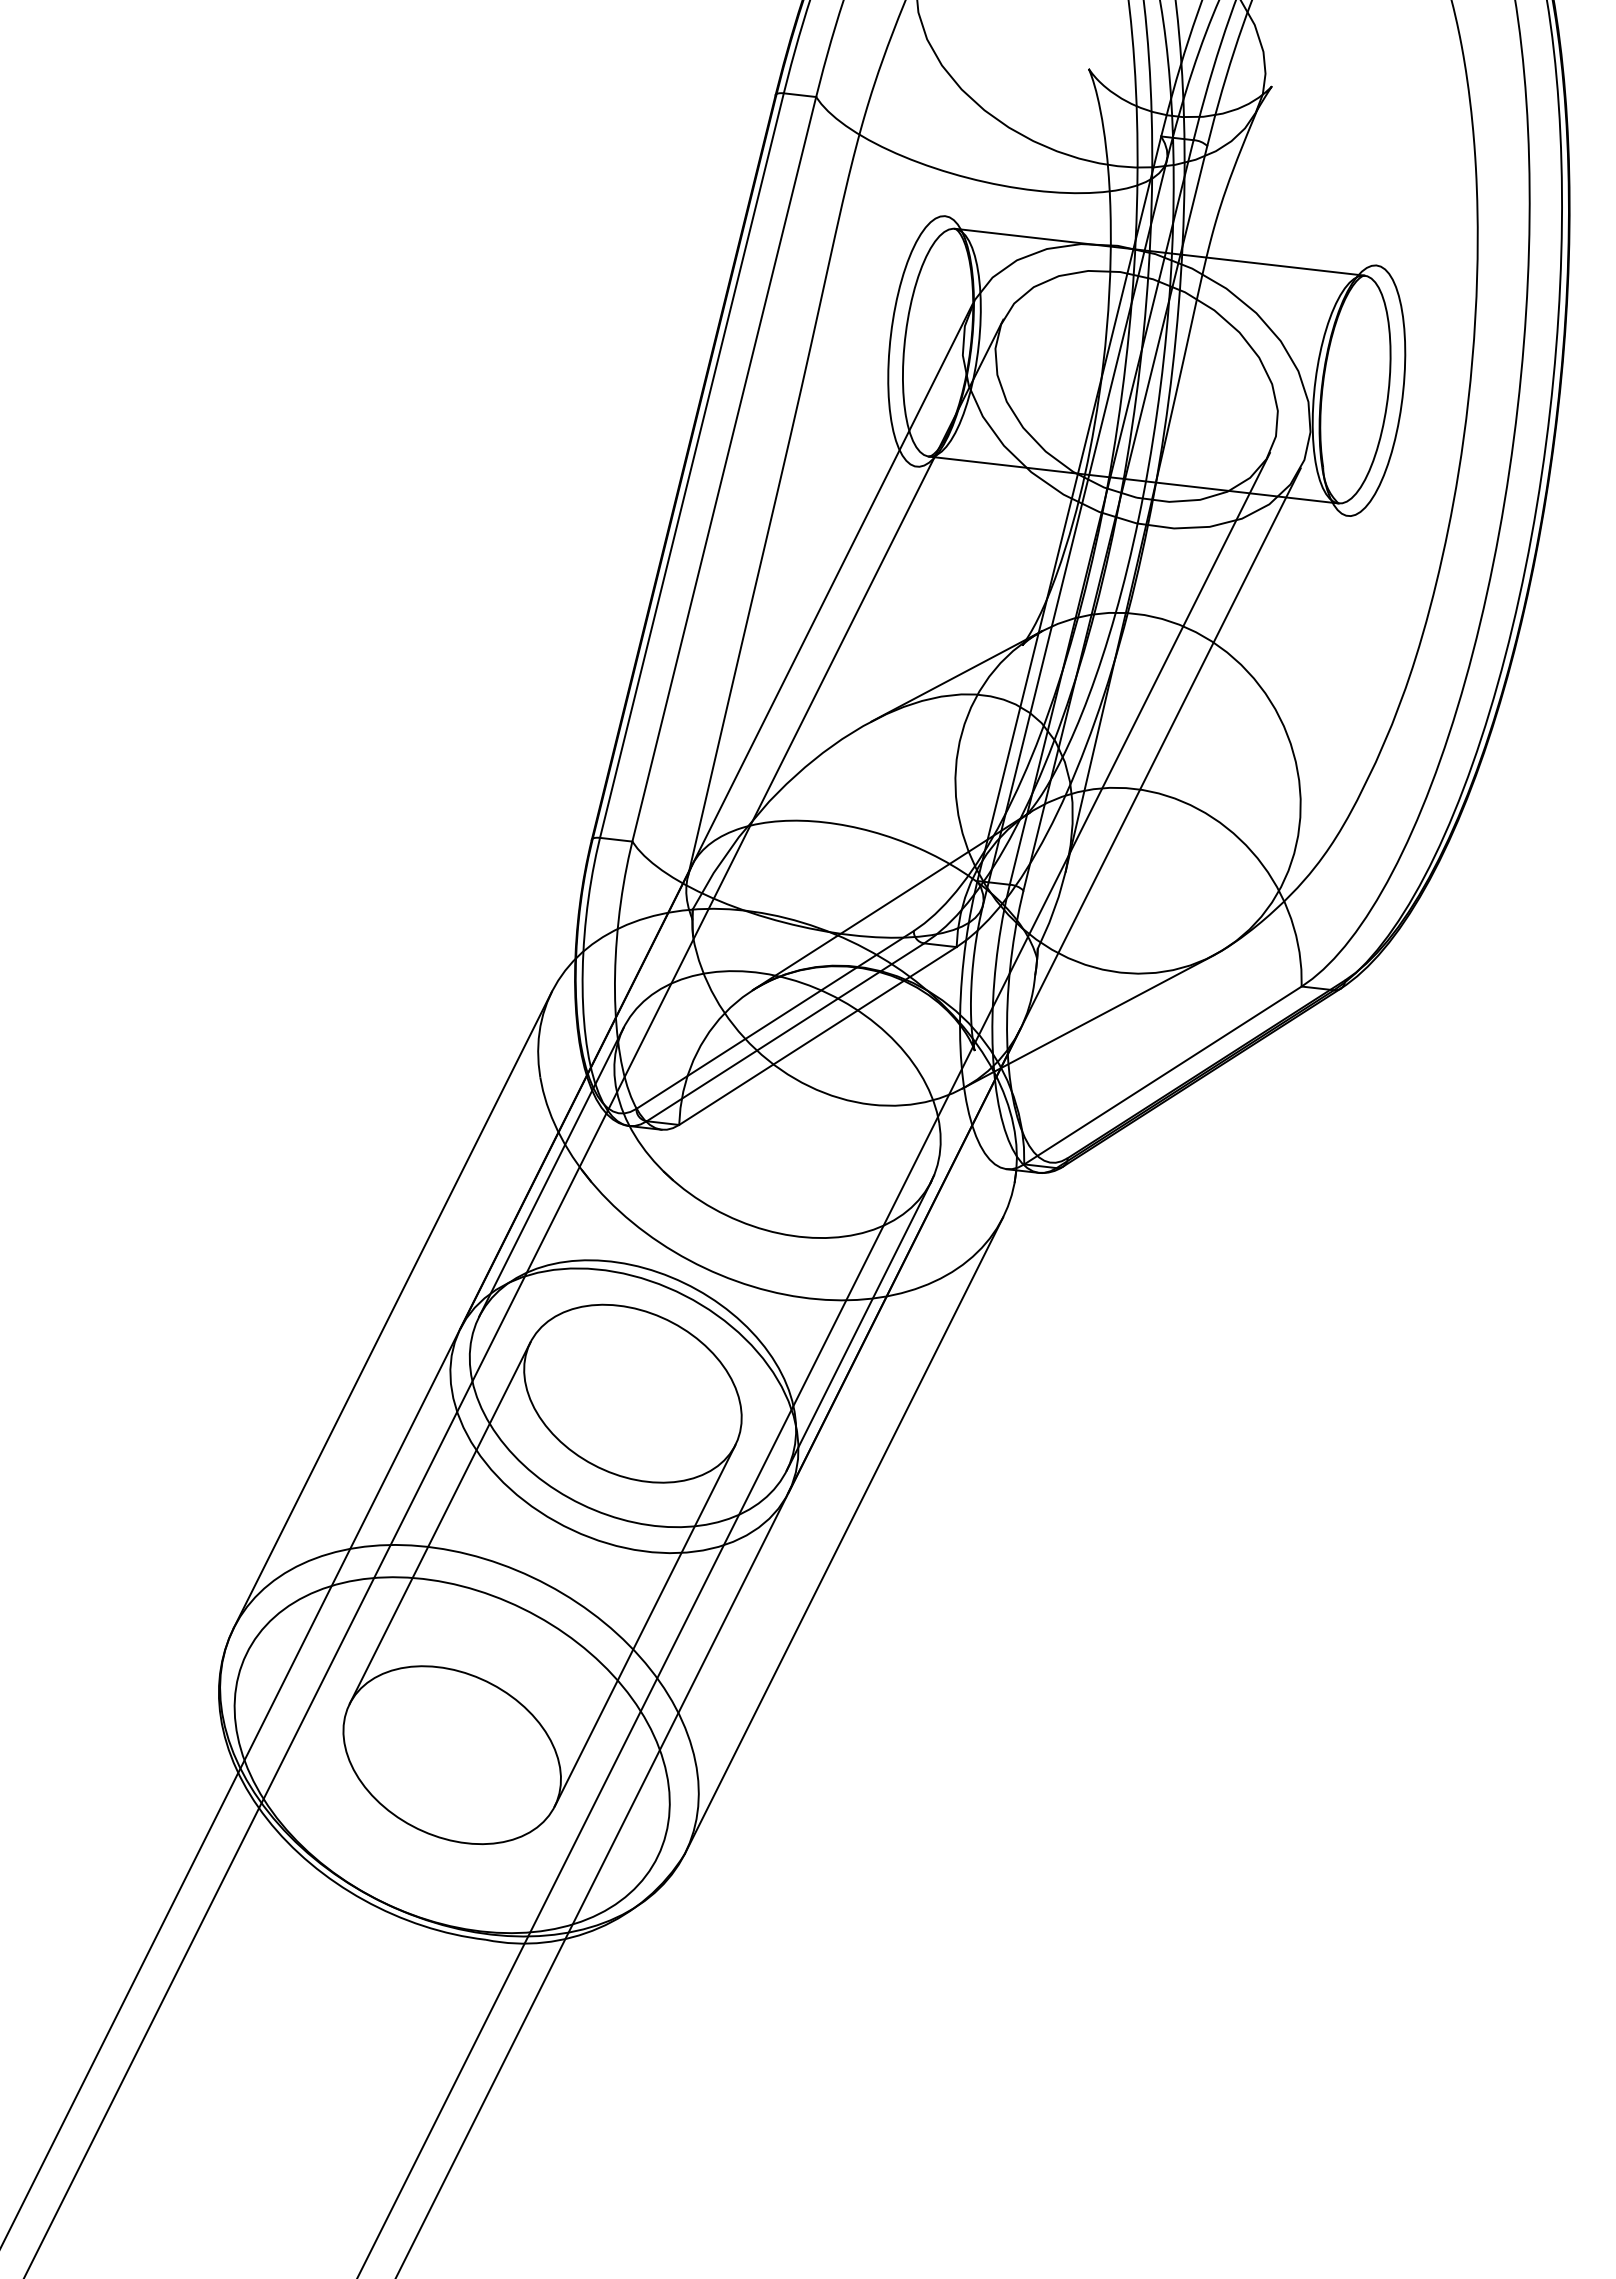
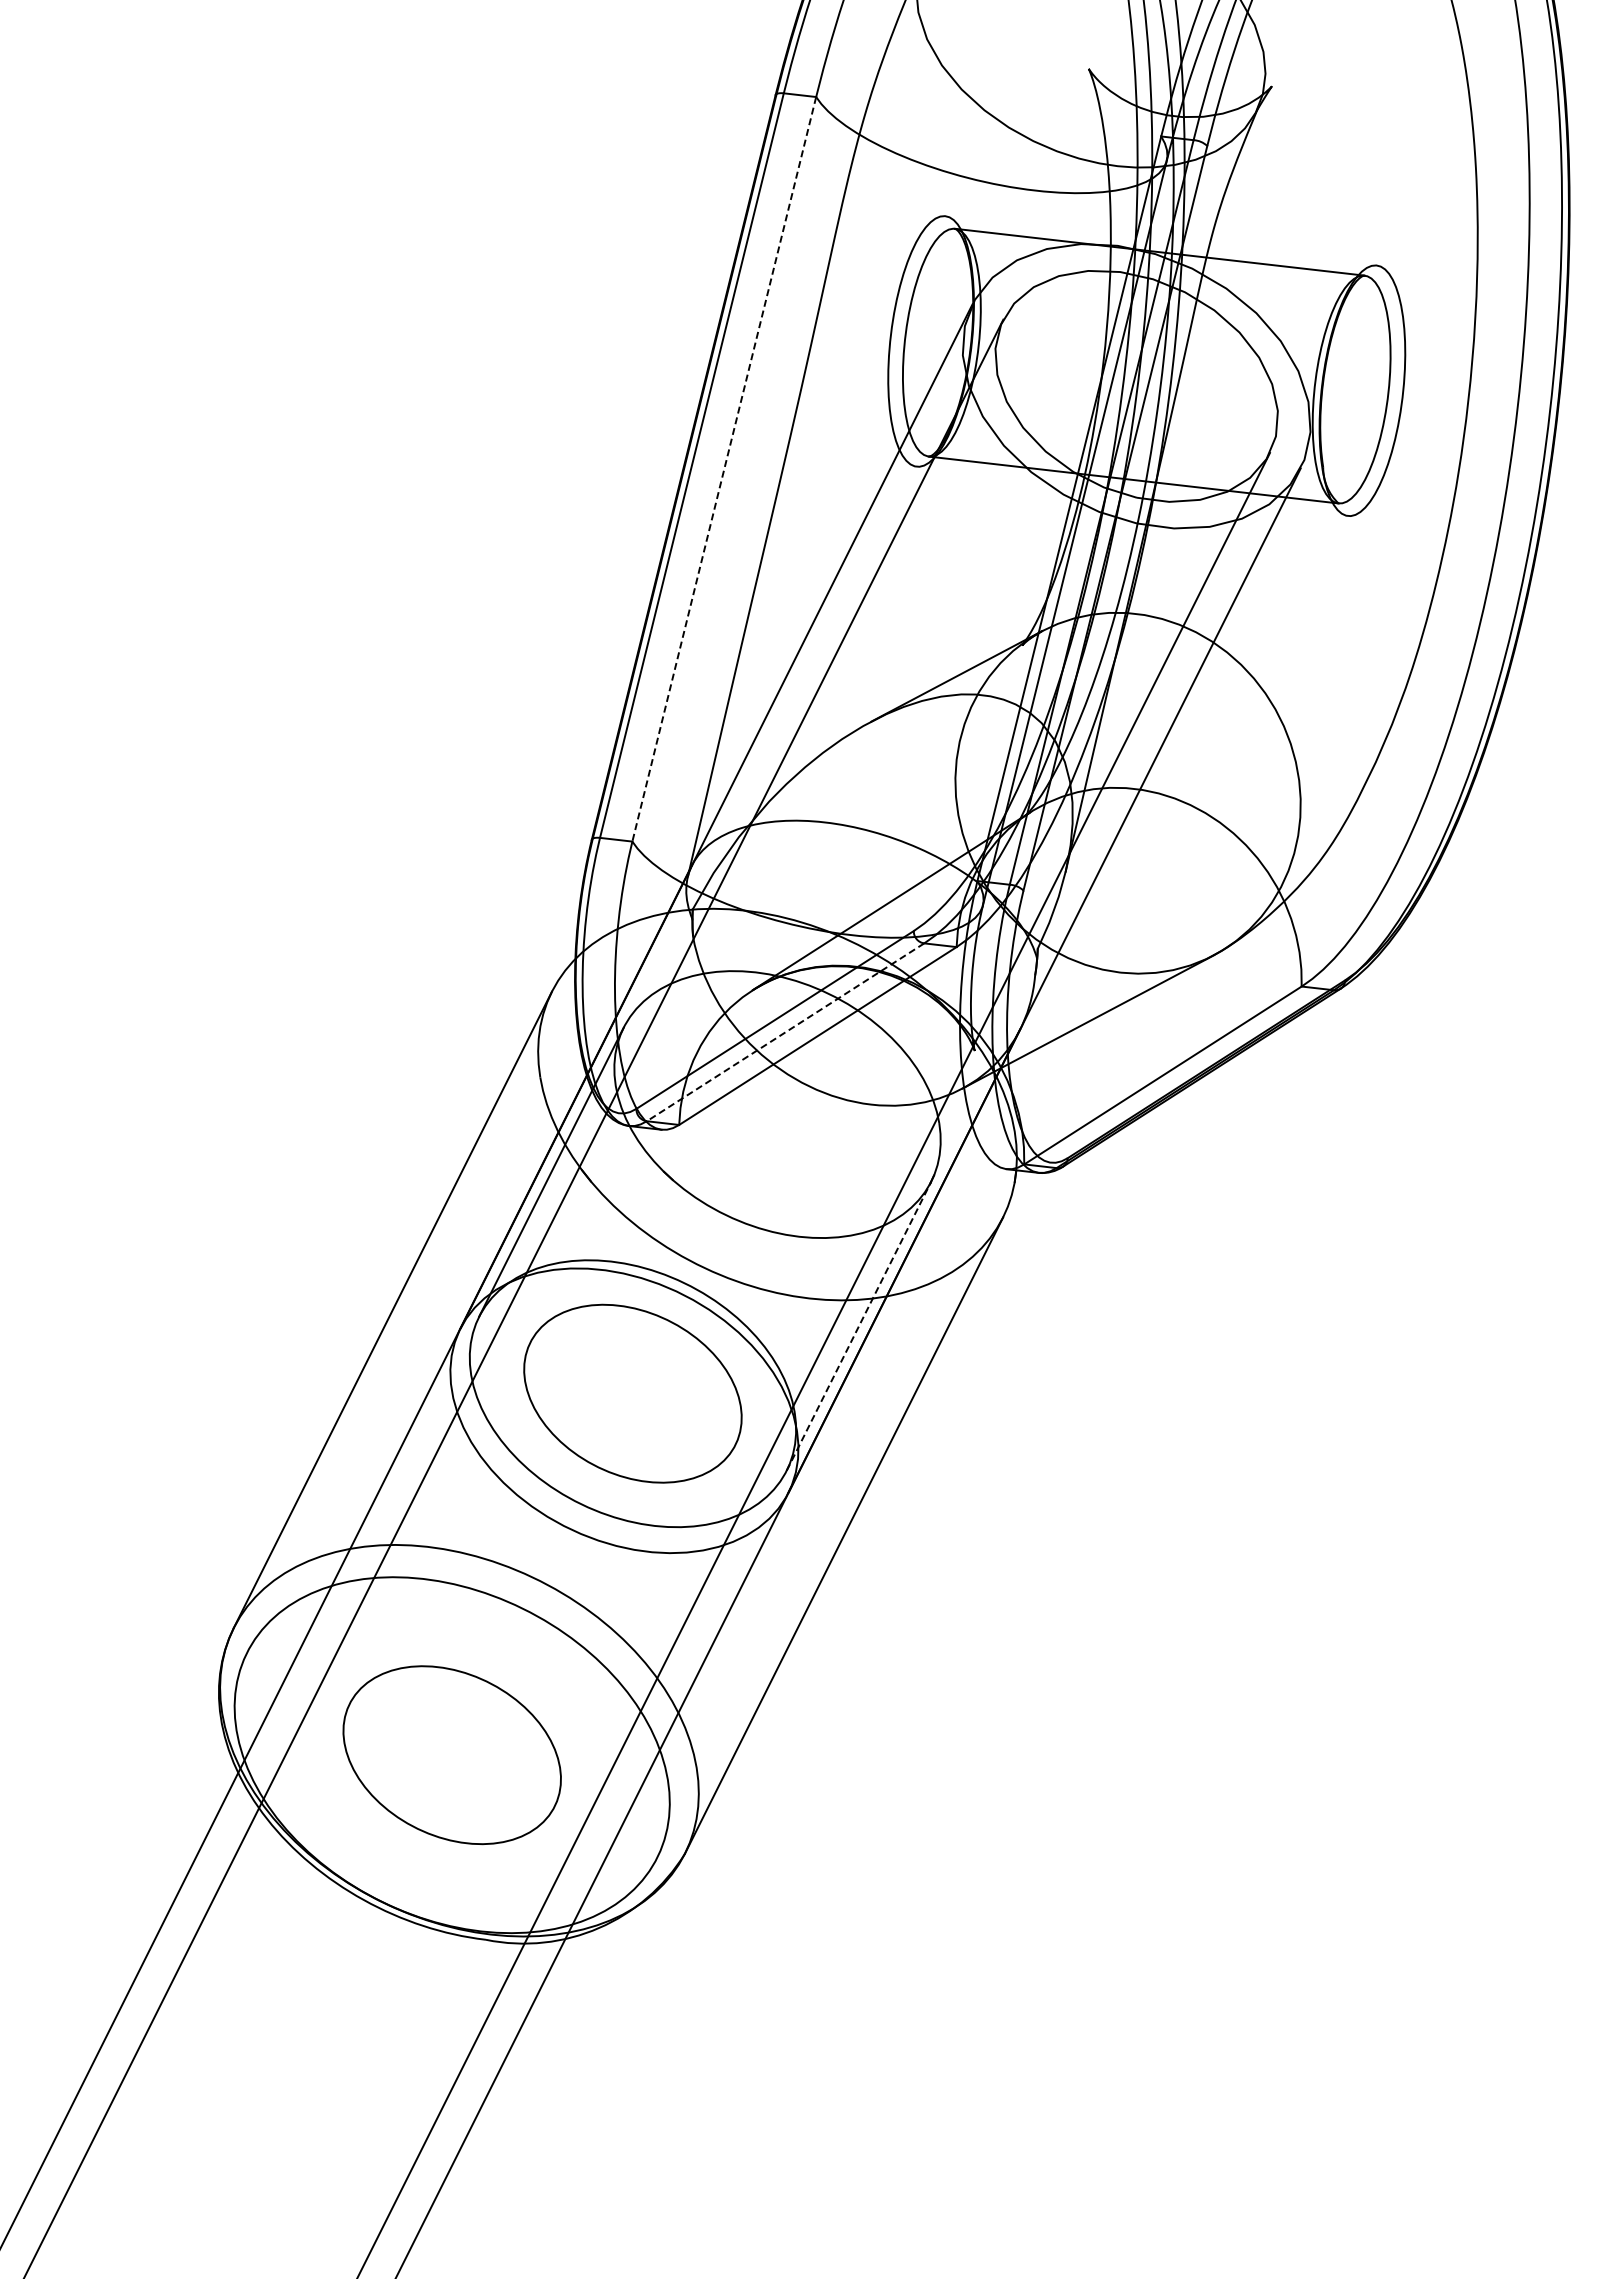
line at (724, 469): solid -> dashed
line at (785, 1032): solid -> dashed
line at (859, 1326): solid -> dashed
line at (439, 1522): present -> none
line at (644, 1625): present -> none
